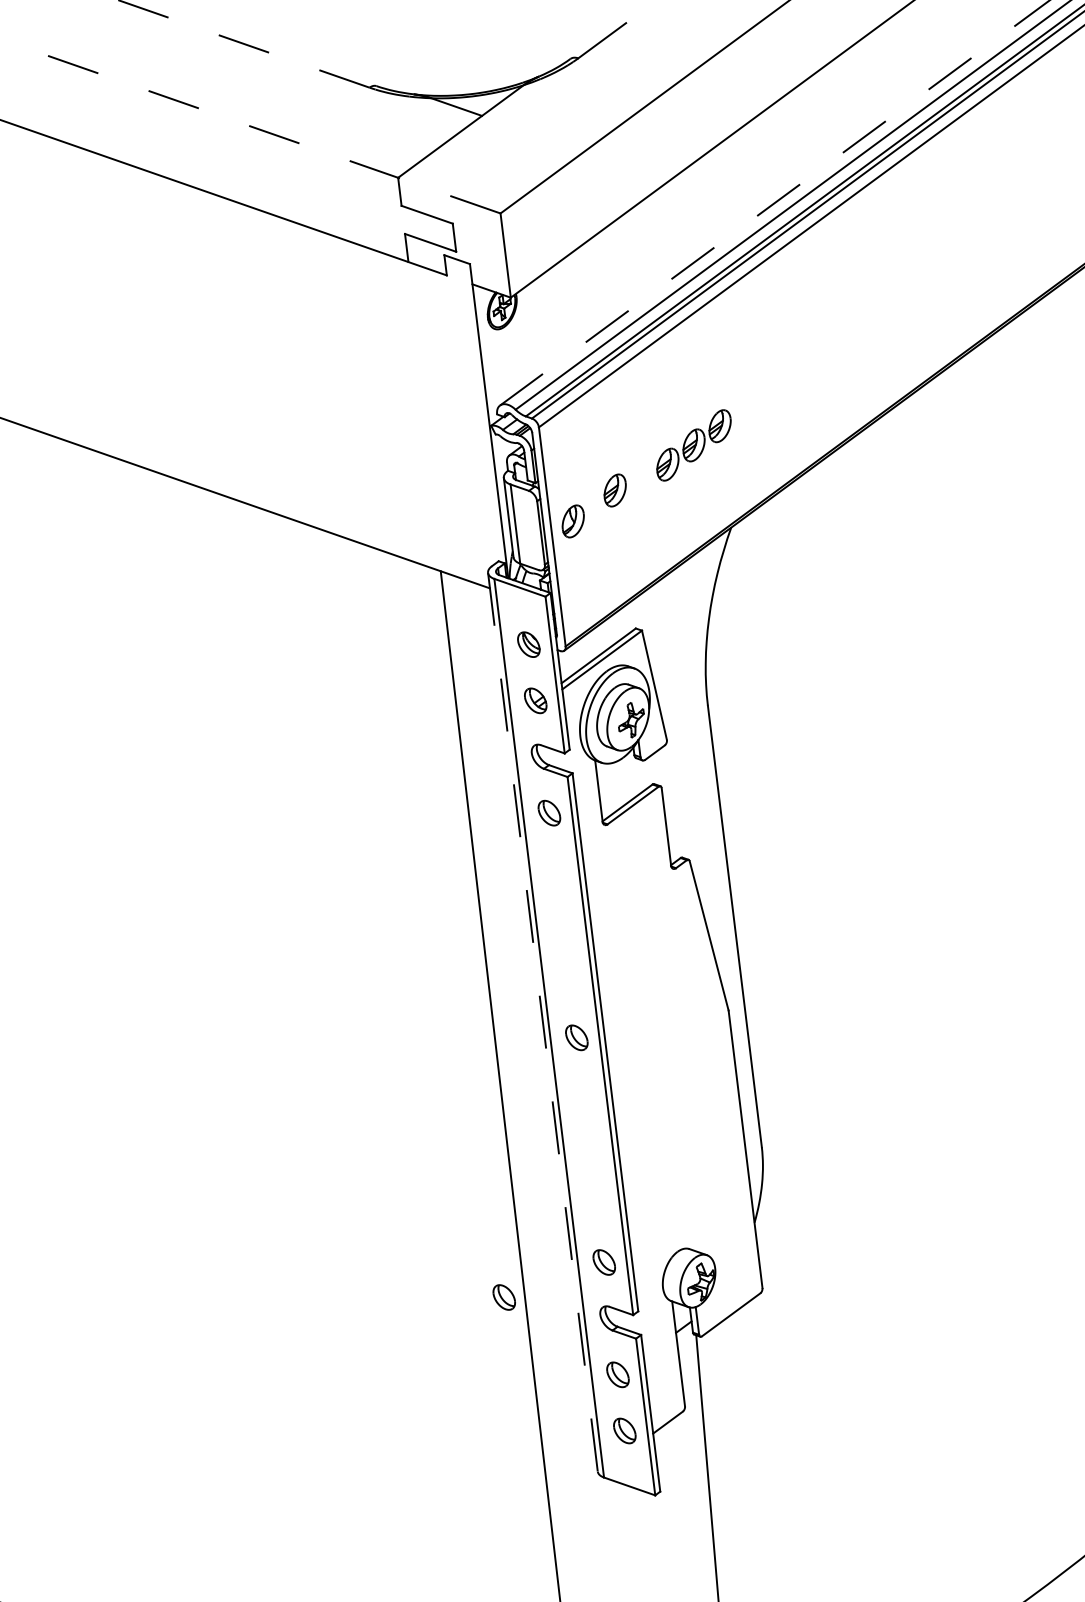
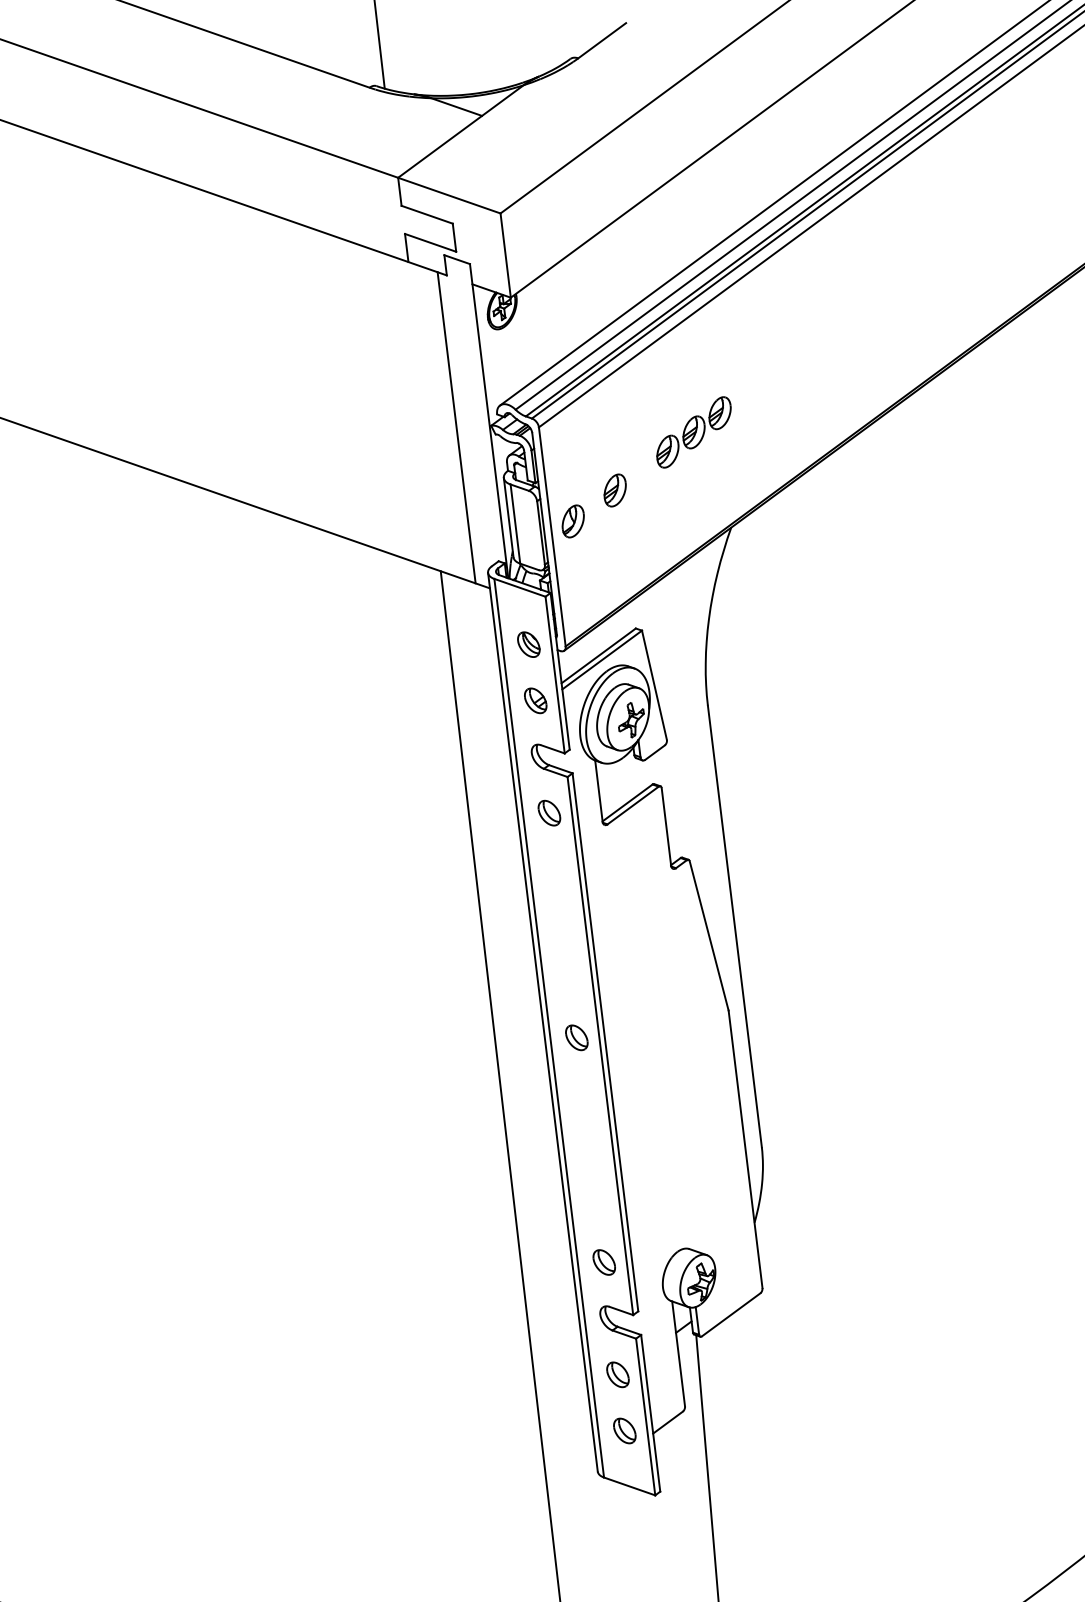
line at (244, 43): dashed -> solid
line at (379, 45): none -> present
line at (250, 126): dashed -> solid
line at (775, 202): dashed -> solid
line at (456, 427): none -> present
part at (693, 445) position: (693, 445) -> (693, 432)
line at (542, 1022): dashed -> solid
part at (503, 1297): present -> none
